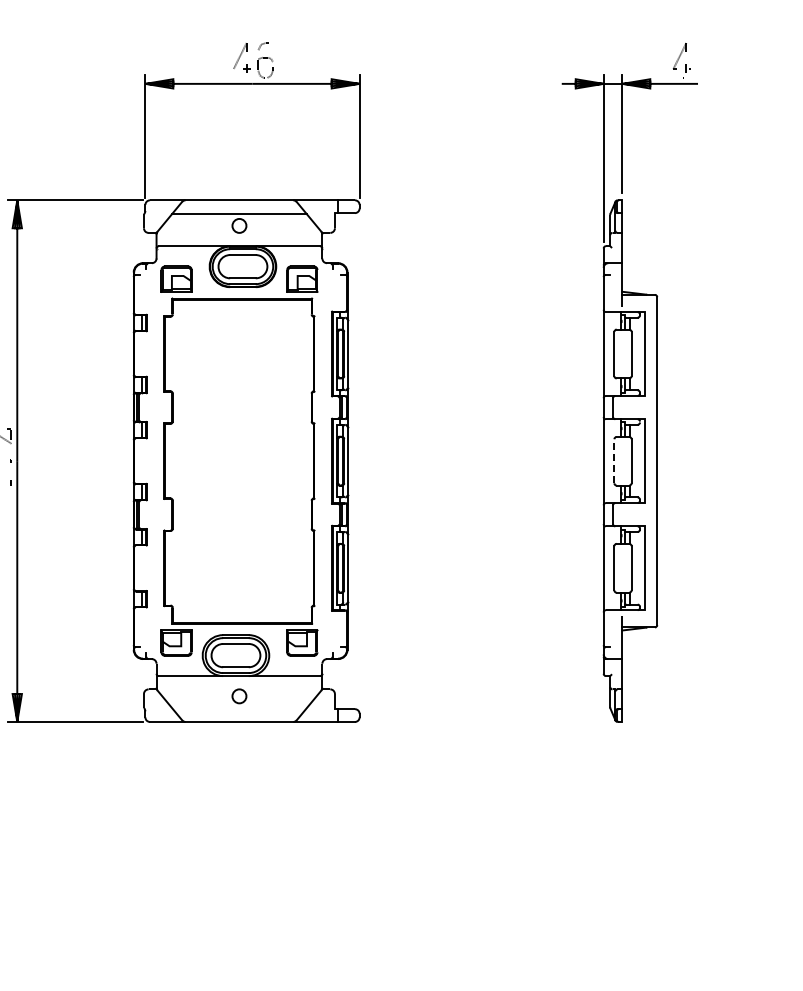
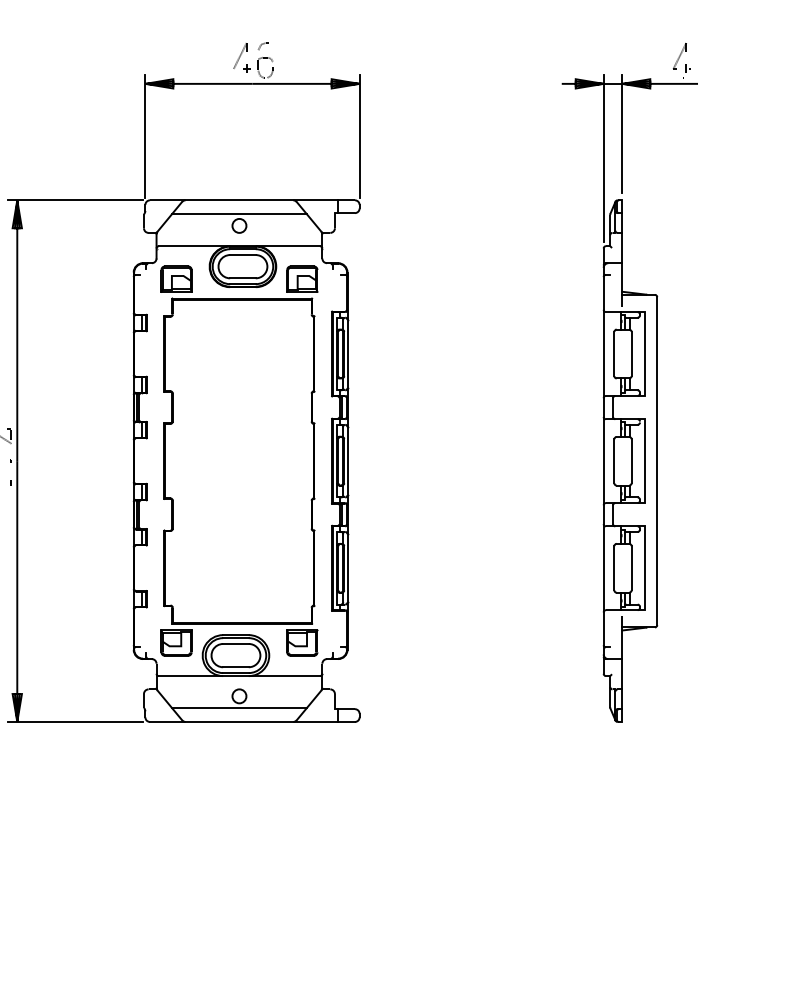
line at (614, 460): dashed -> solid
line at (238, 708): none -> present
